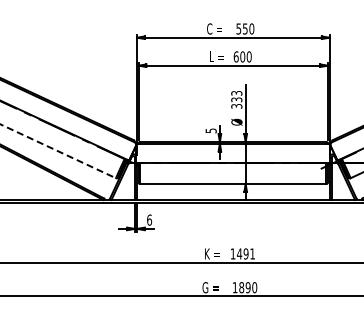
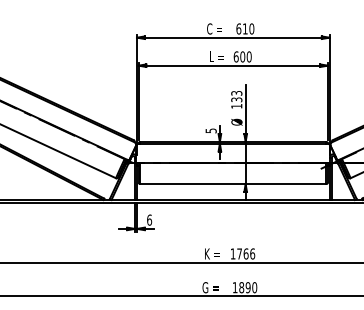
text at (241, 28): 550 -> 610
text at (236, 106): 333 -> 133
line at (58, 151): dashed -> solid
text at (245, 253): 1491 -> 1766
